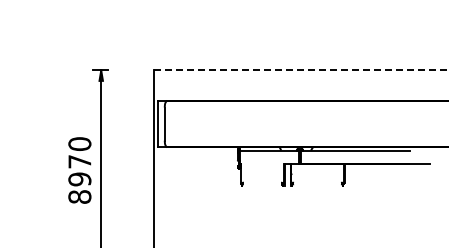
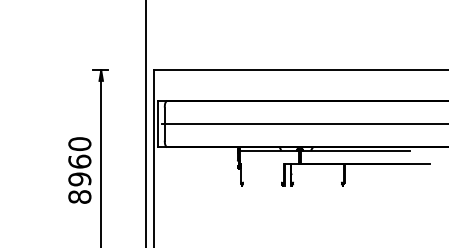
line at (301, 70): dashed -> solid
line at (145, 123): none -> present
line at (303, 124): none -> present
text at (79, 161): 8970 -> 8960
